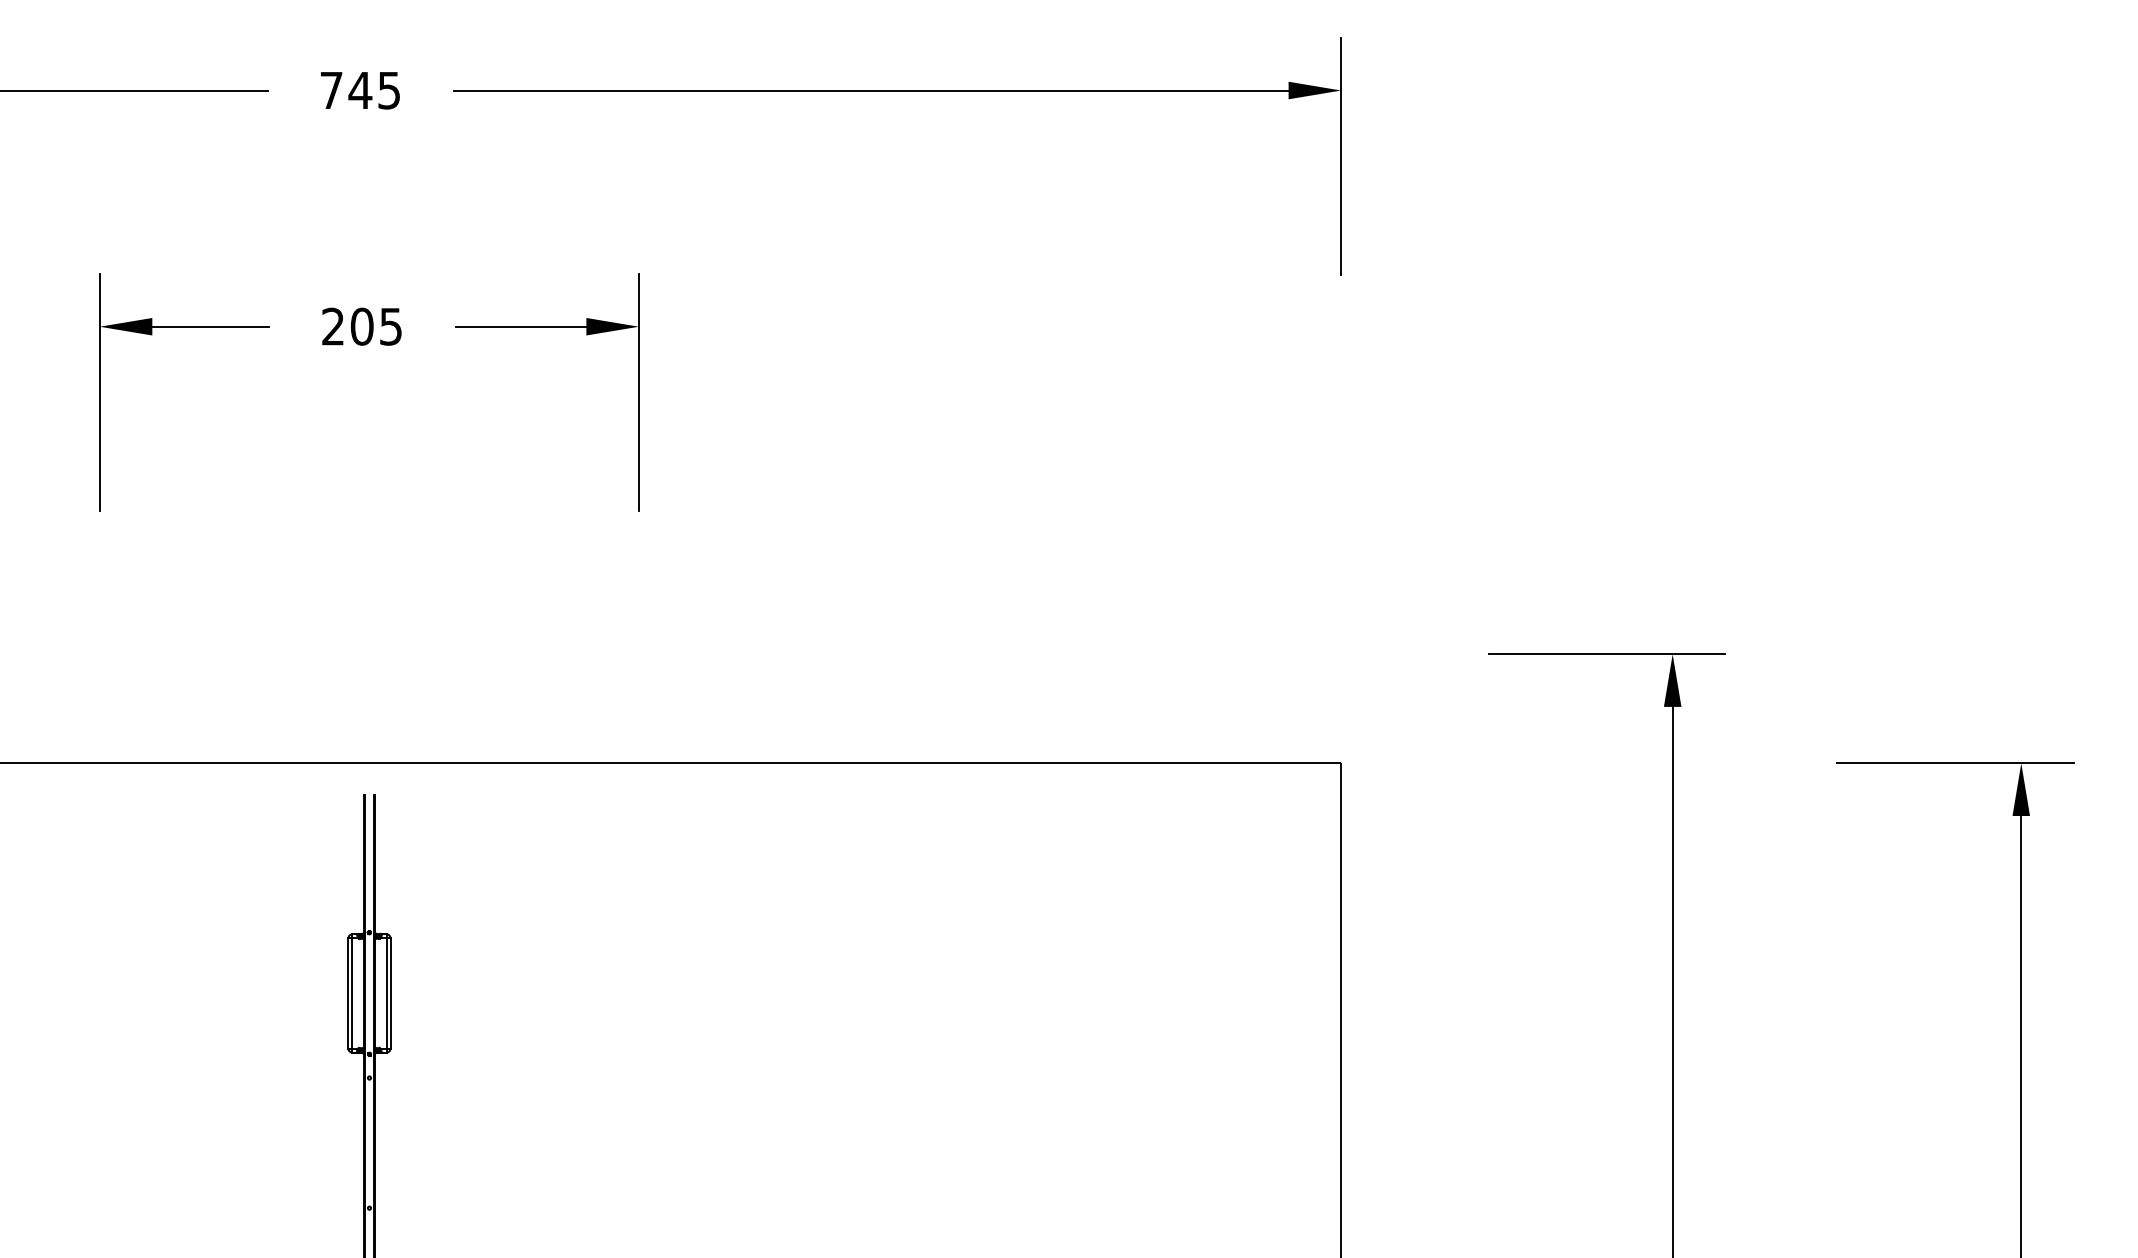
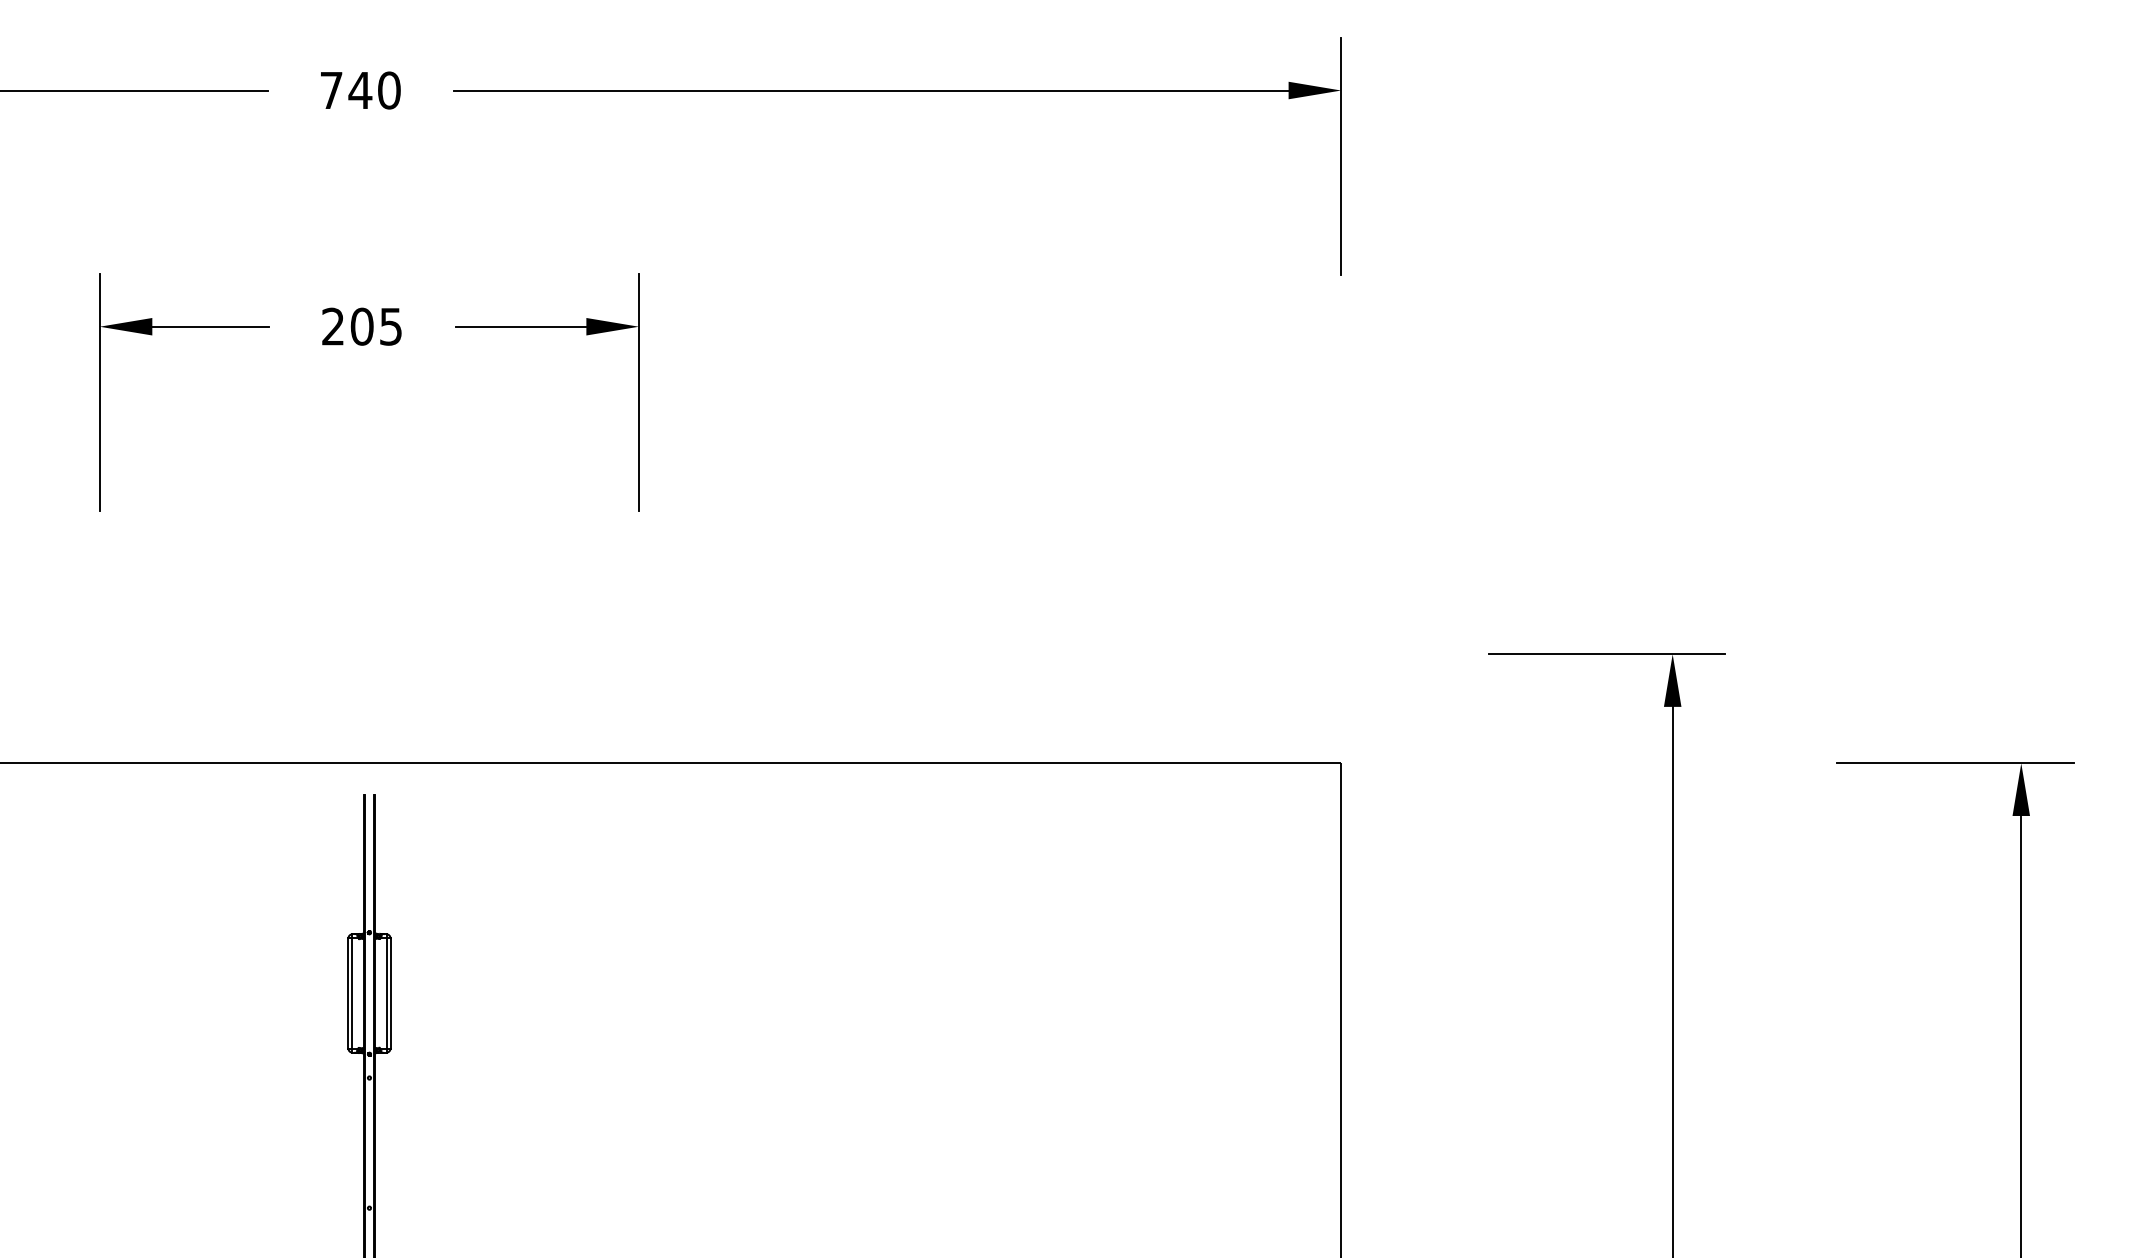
text at (389, 90): 745 -> 740
